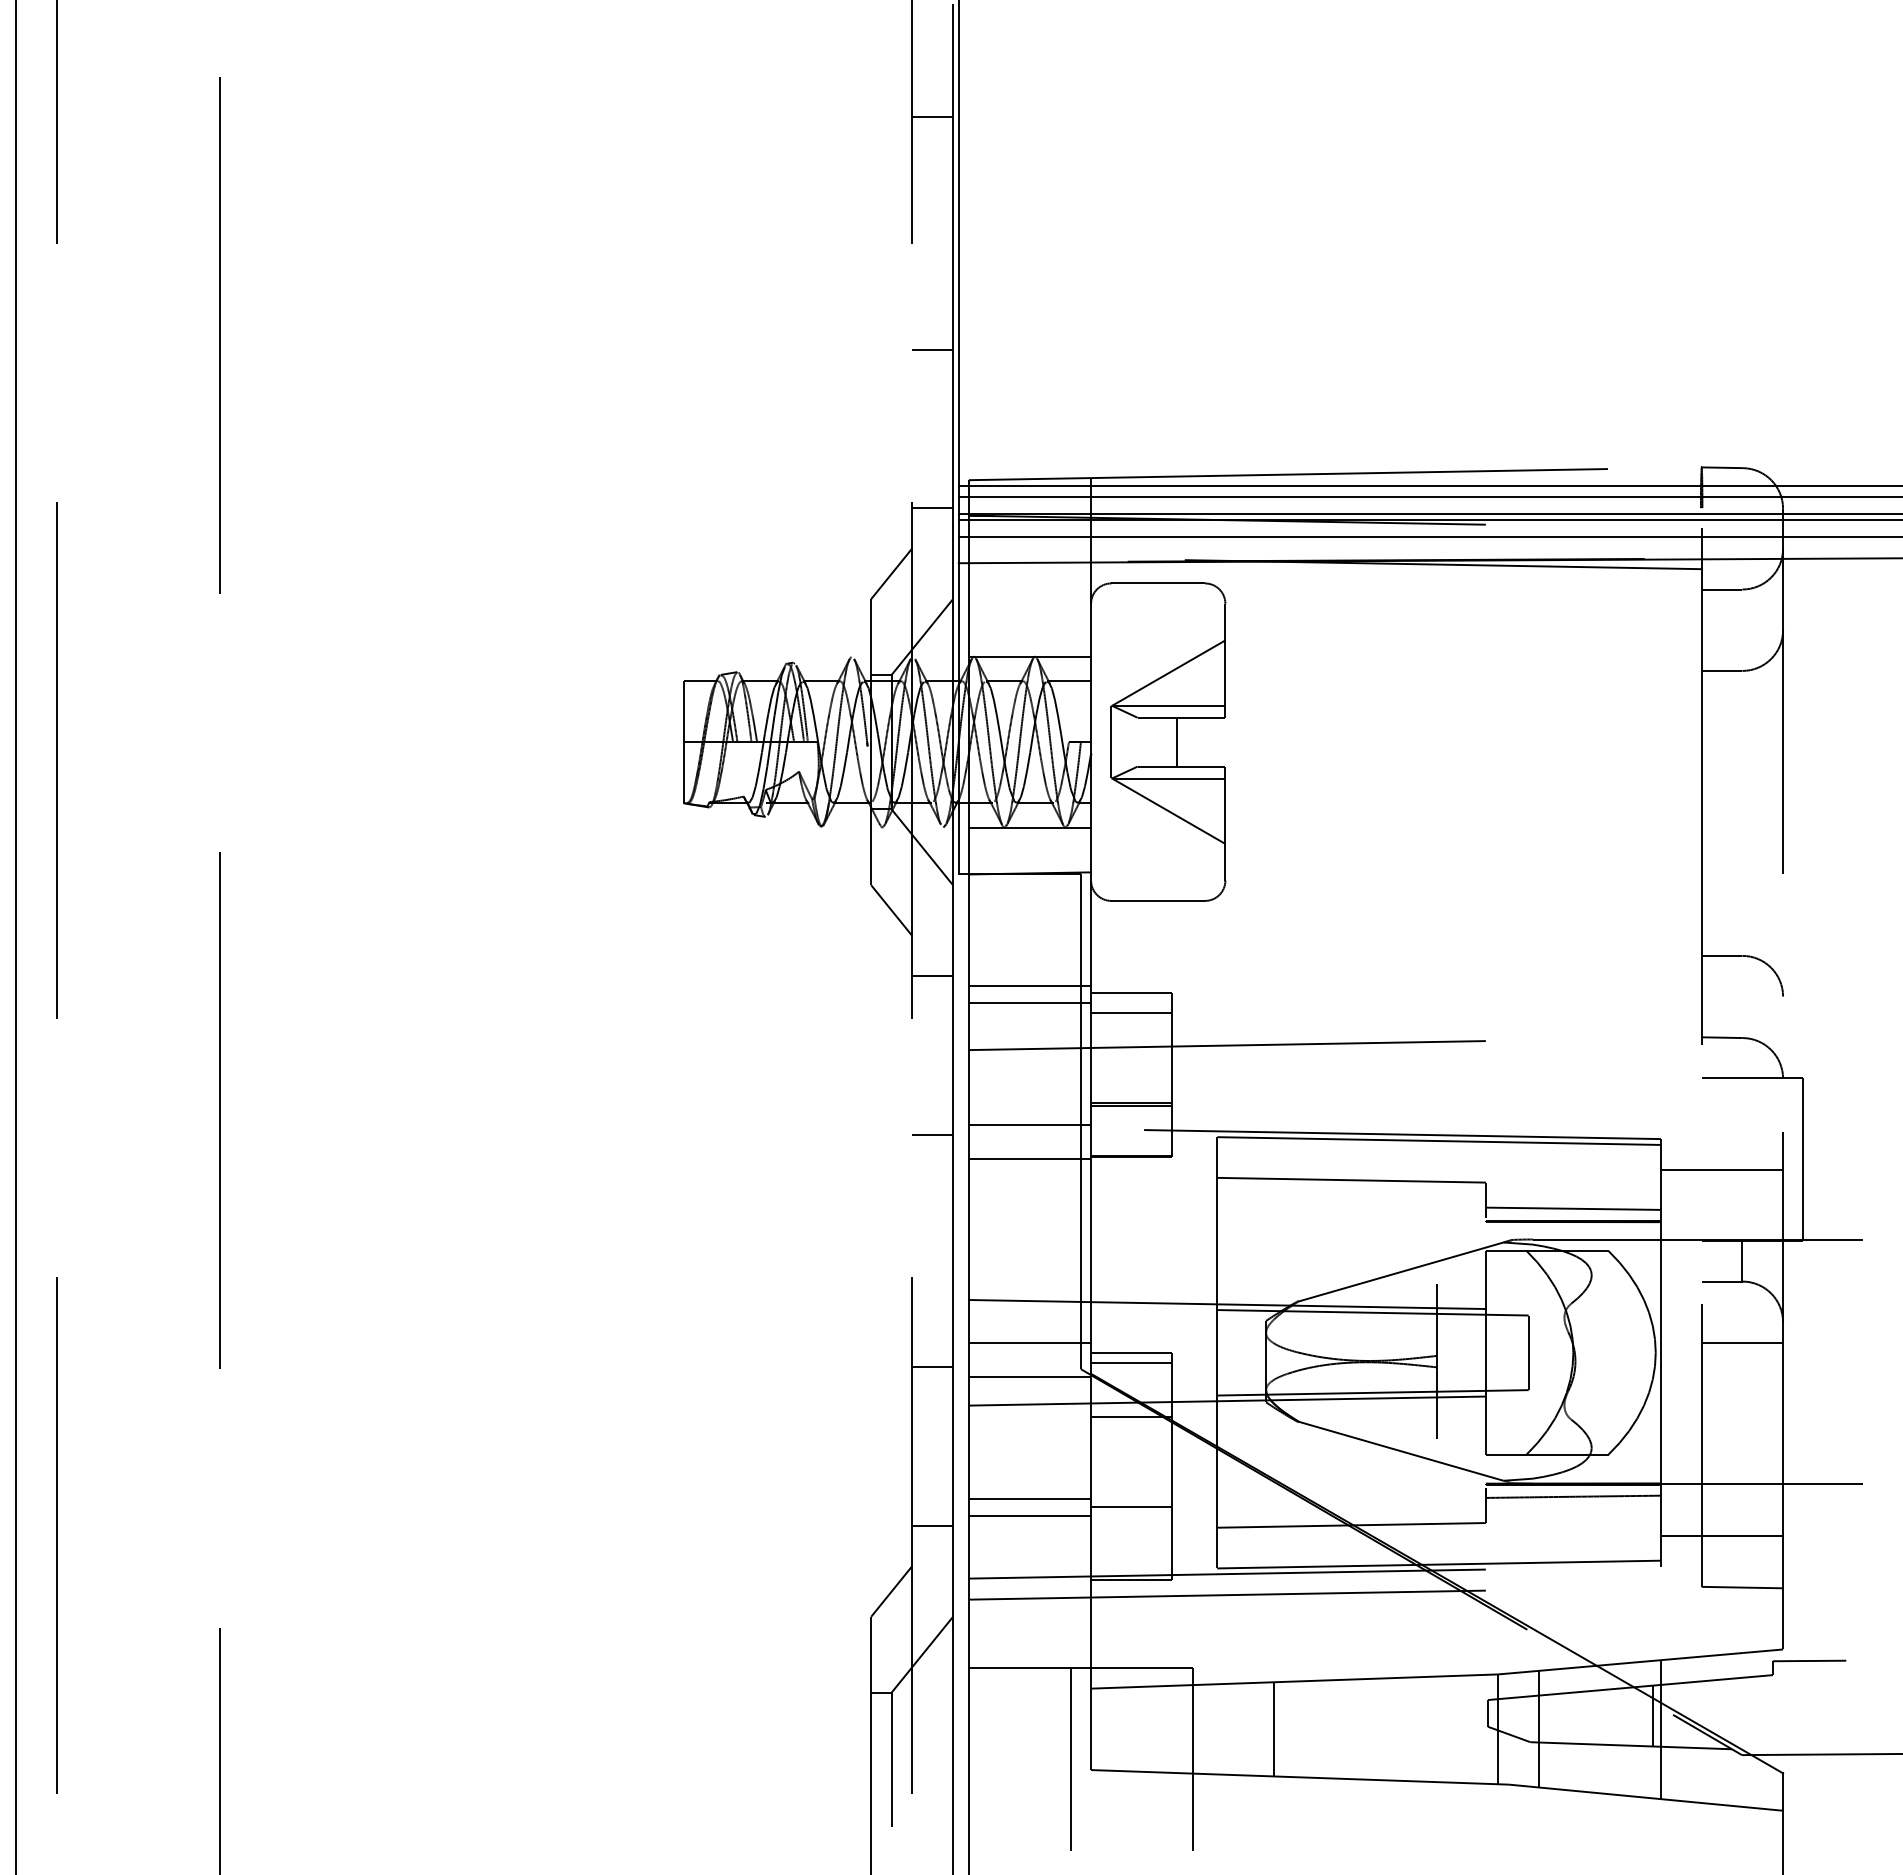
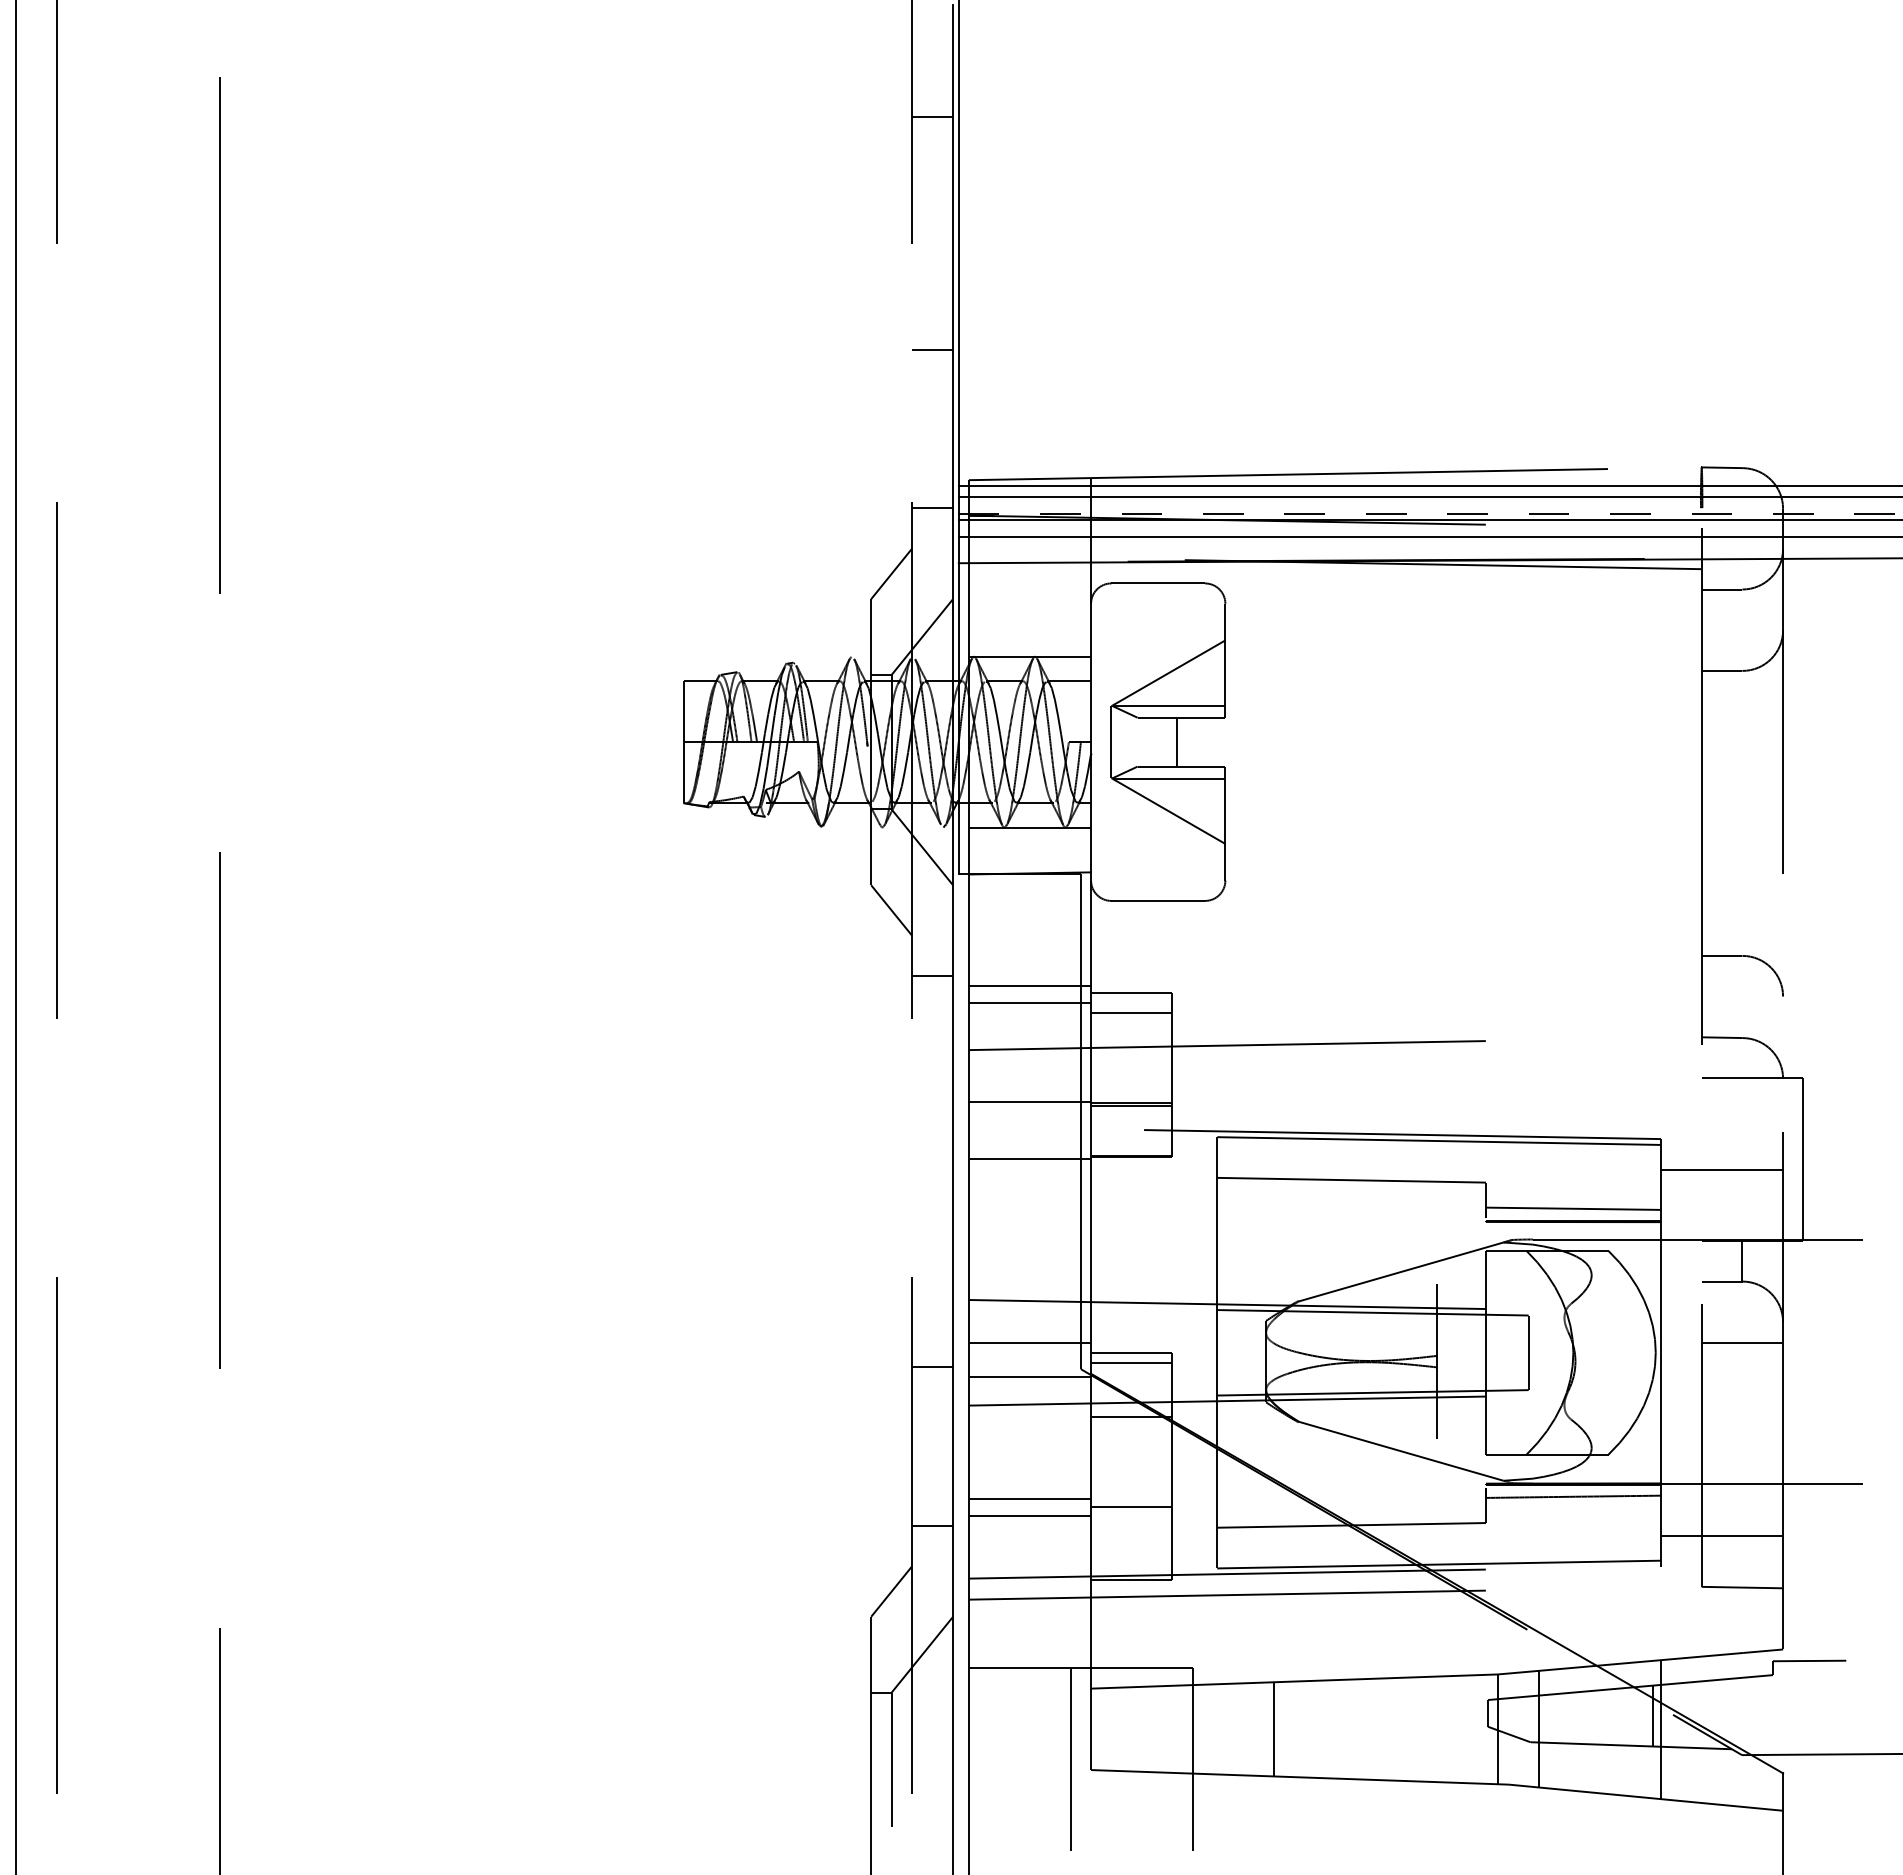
line at (1430, 513): solid -> dashed
line at (1029, 1124) position: (1029, 1124) -> (1029, 1101)
line at (931, 1134): present -> none
